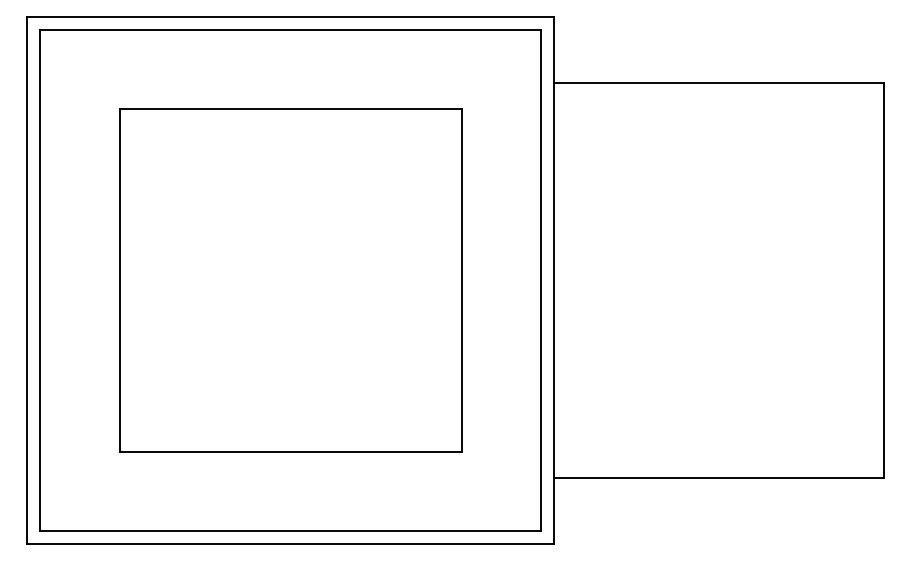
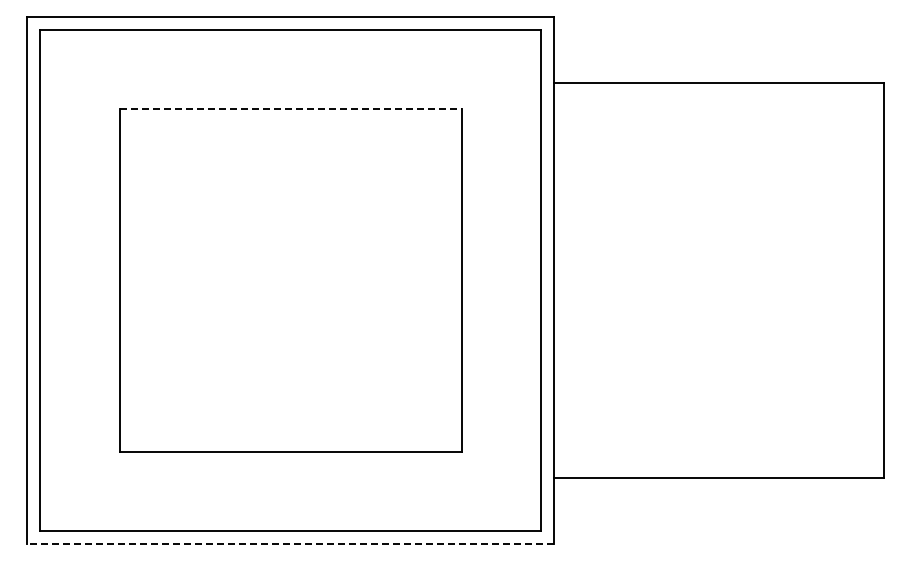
line at (291, 109): solid -> dashed
line at (290, 544): solid -> dashed
